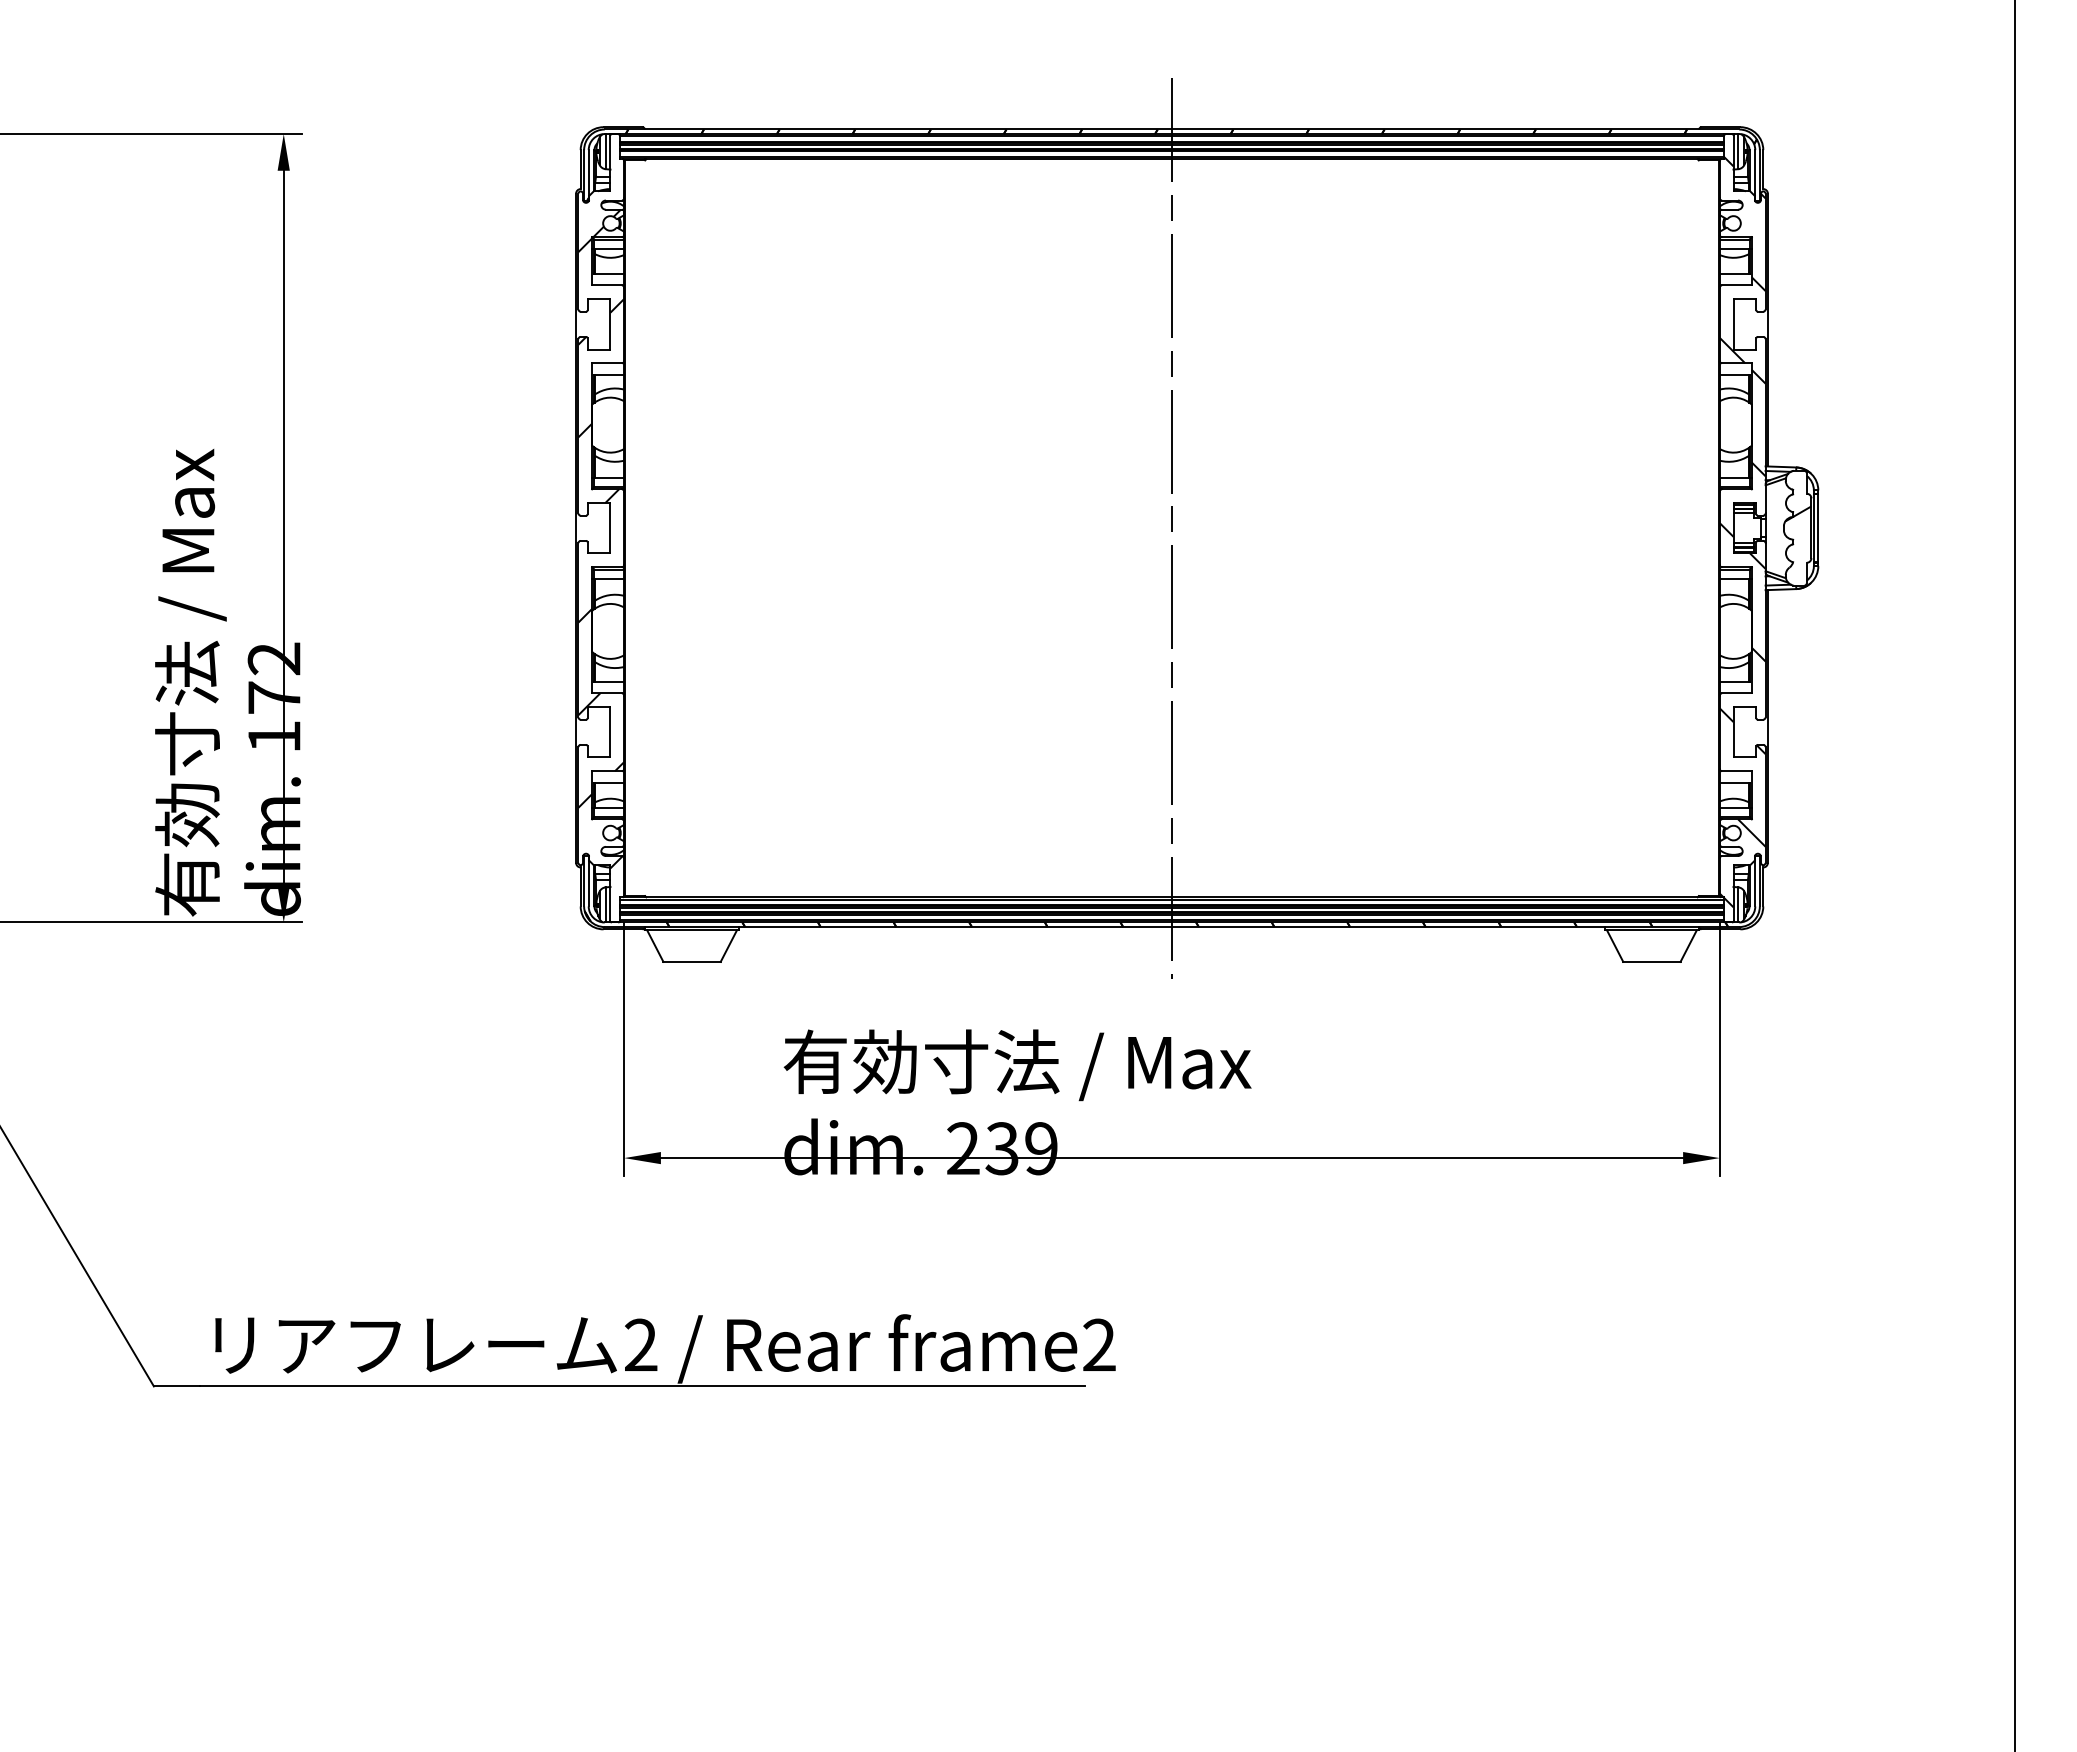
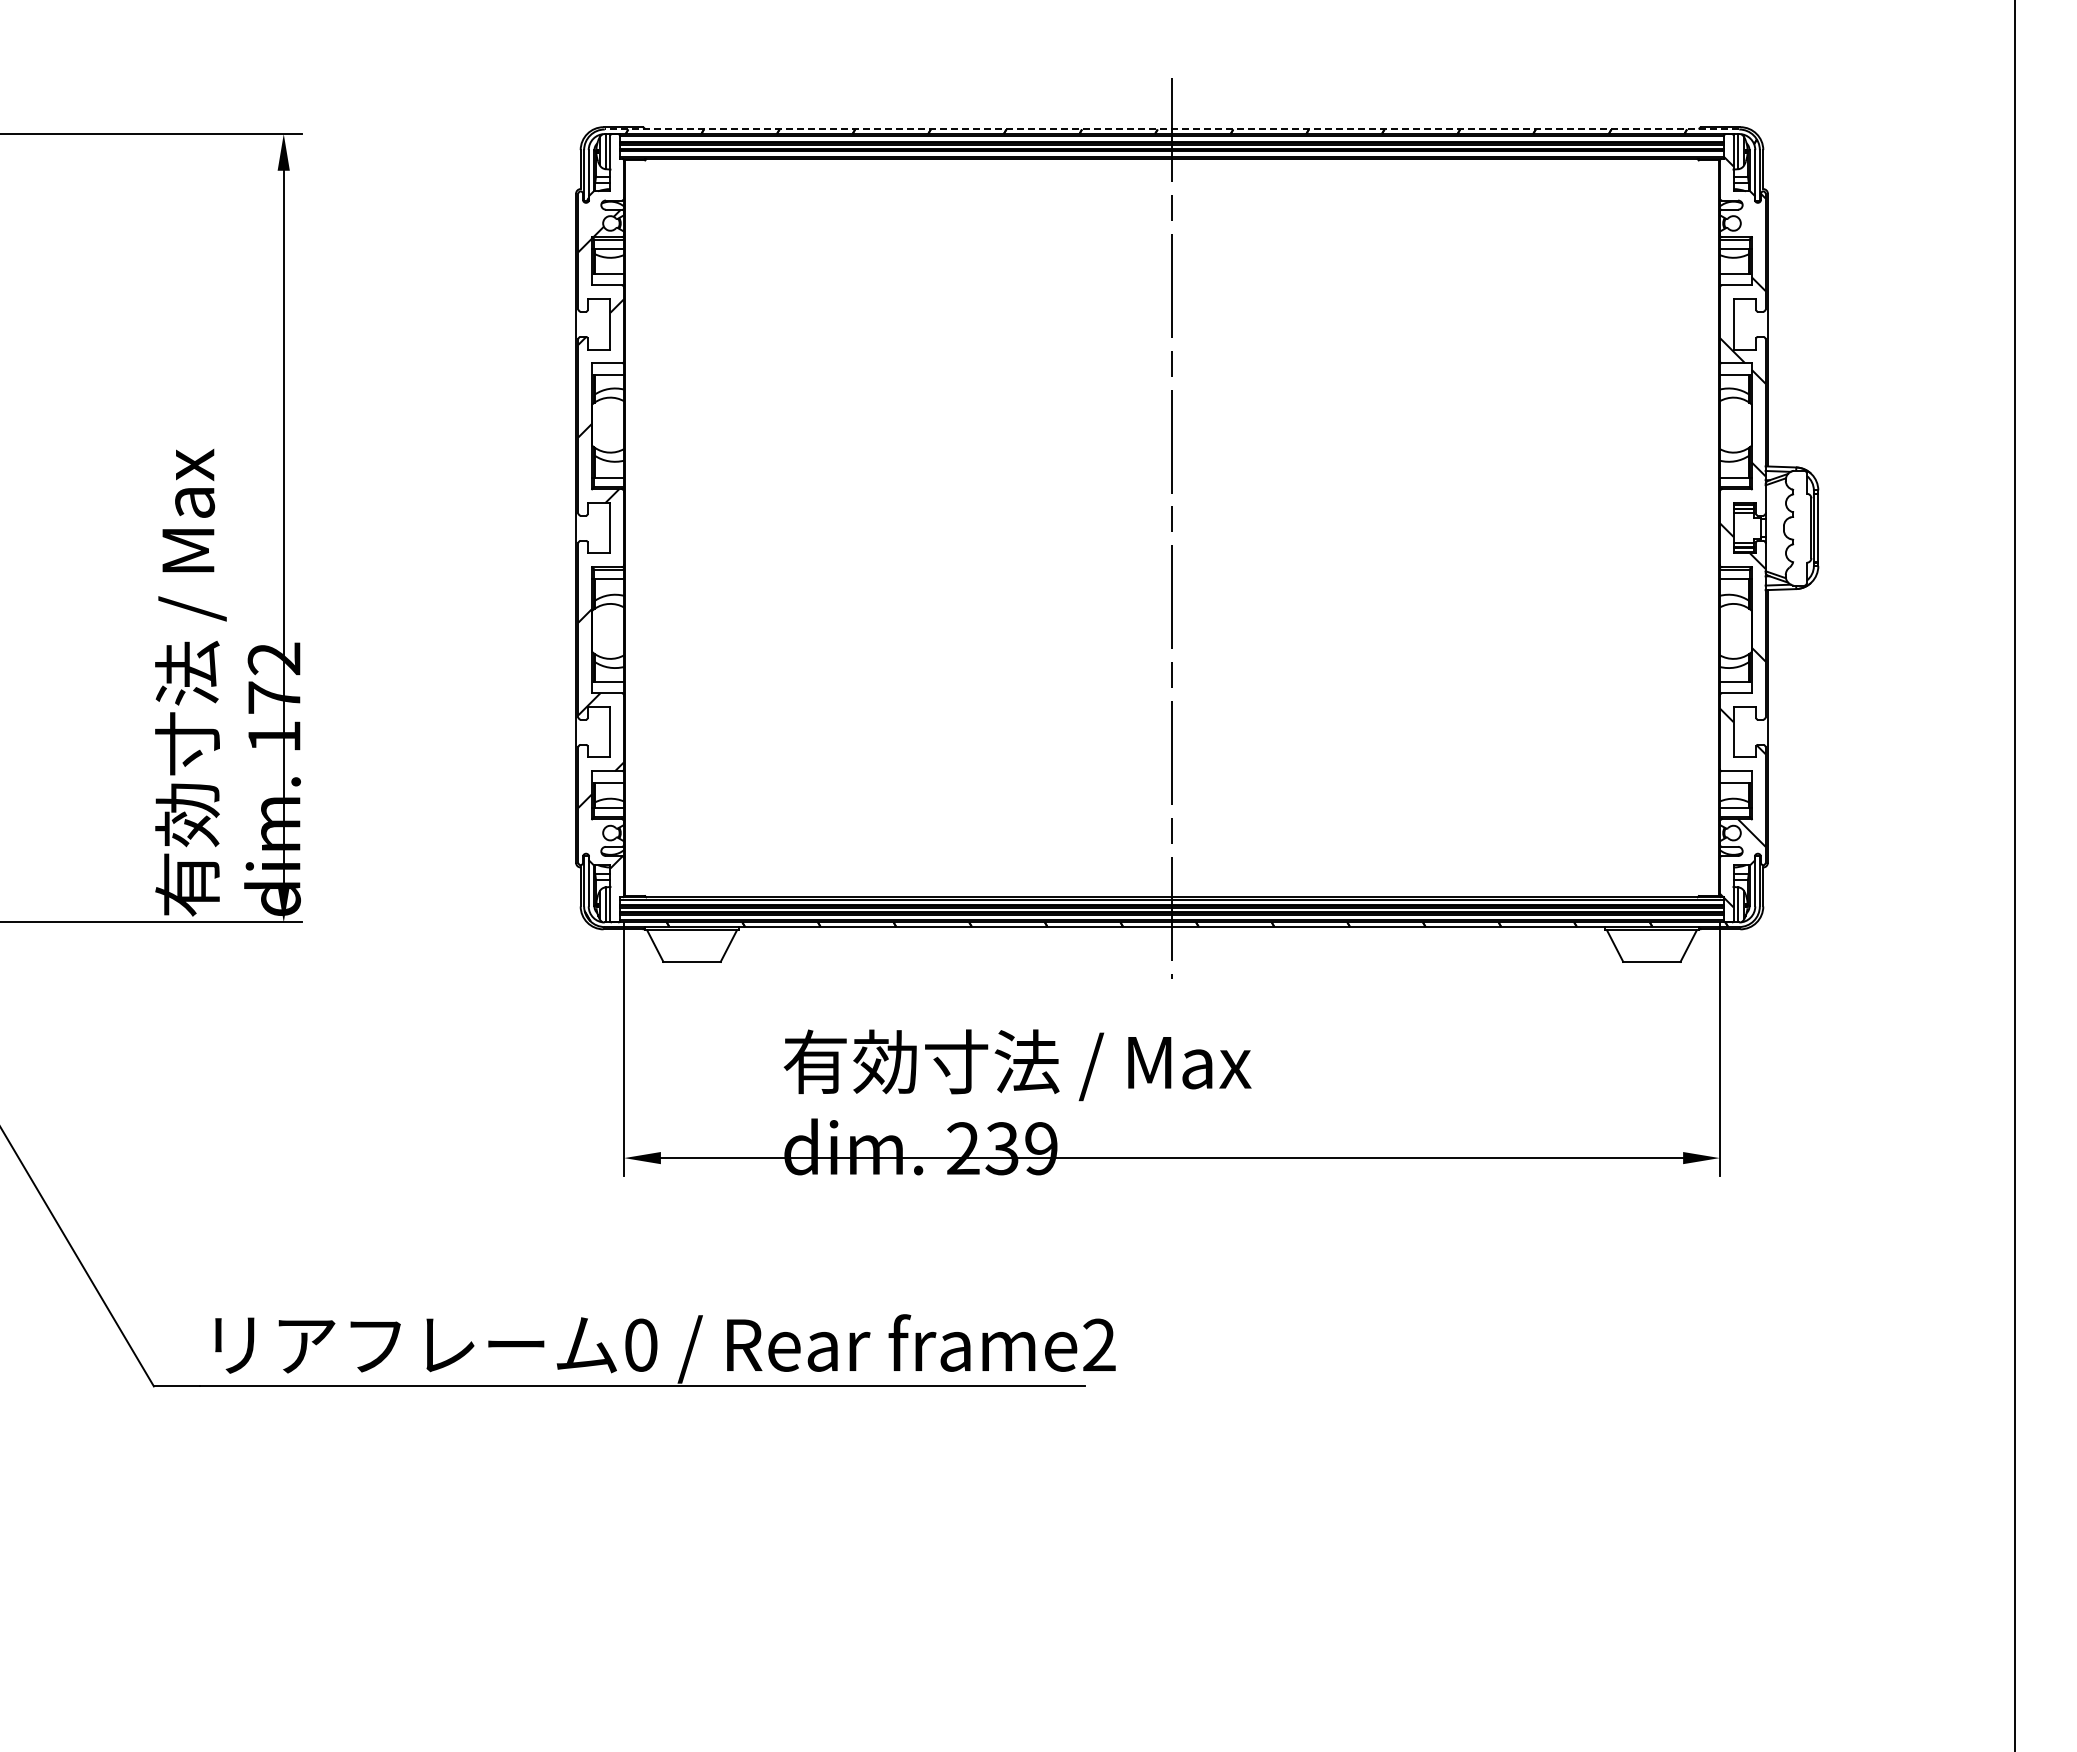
line at (1171, 129): solid -> dashed
hatch at (1798, 513): present -> none
text at (641, 1344): 2 -> 0
